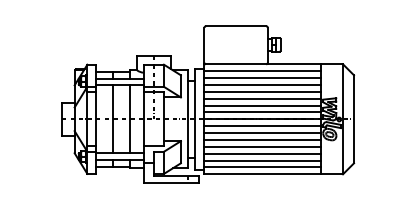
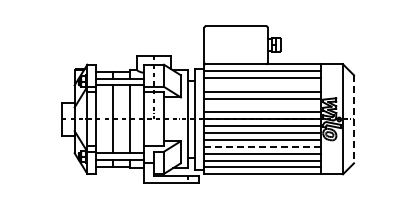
line at (262, 84): present -> none
line at (262, 105): present -> none
line at (354, 119): solid -> dashed
line at (263, 146): solid -> dashed
